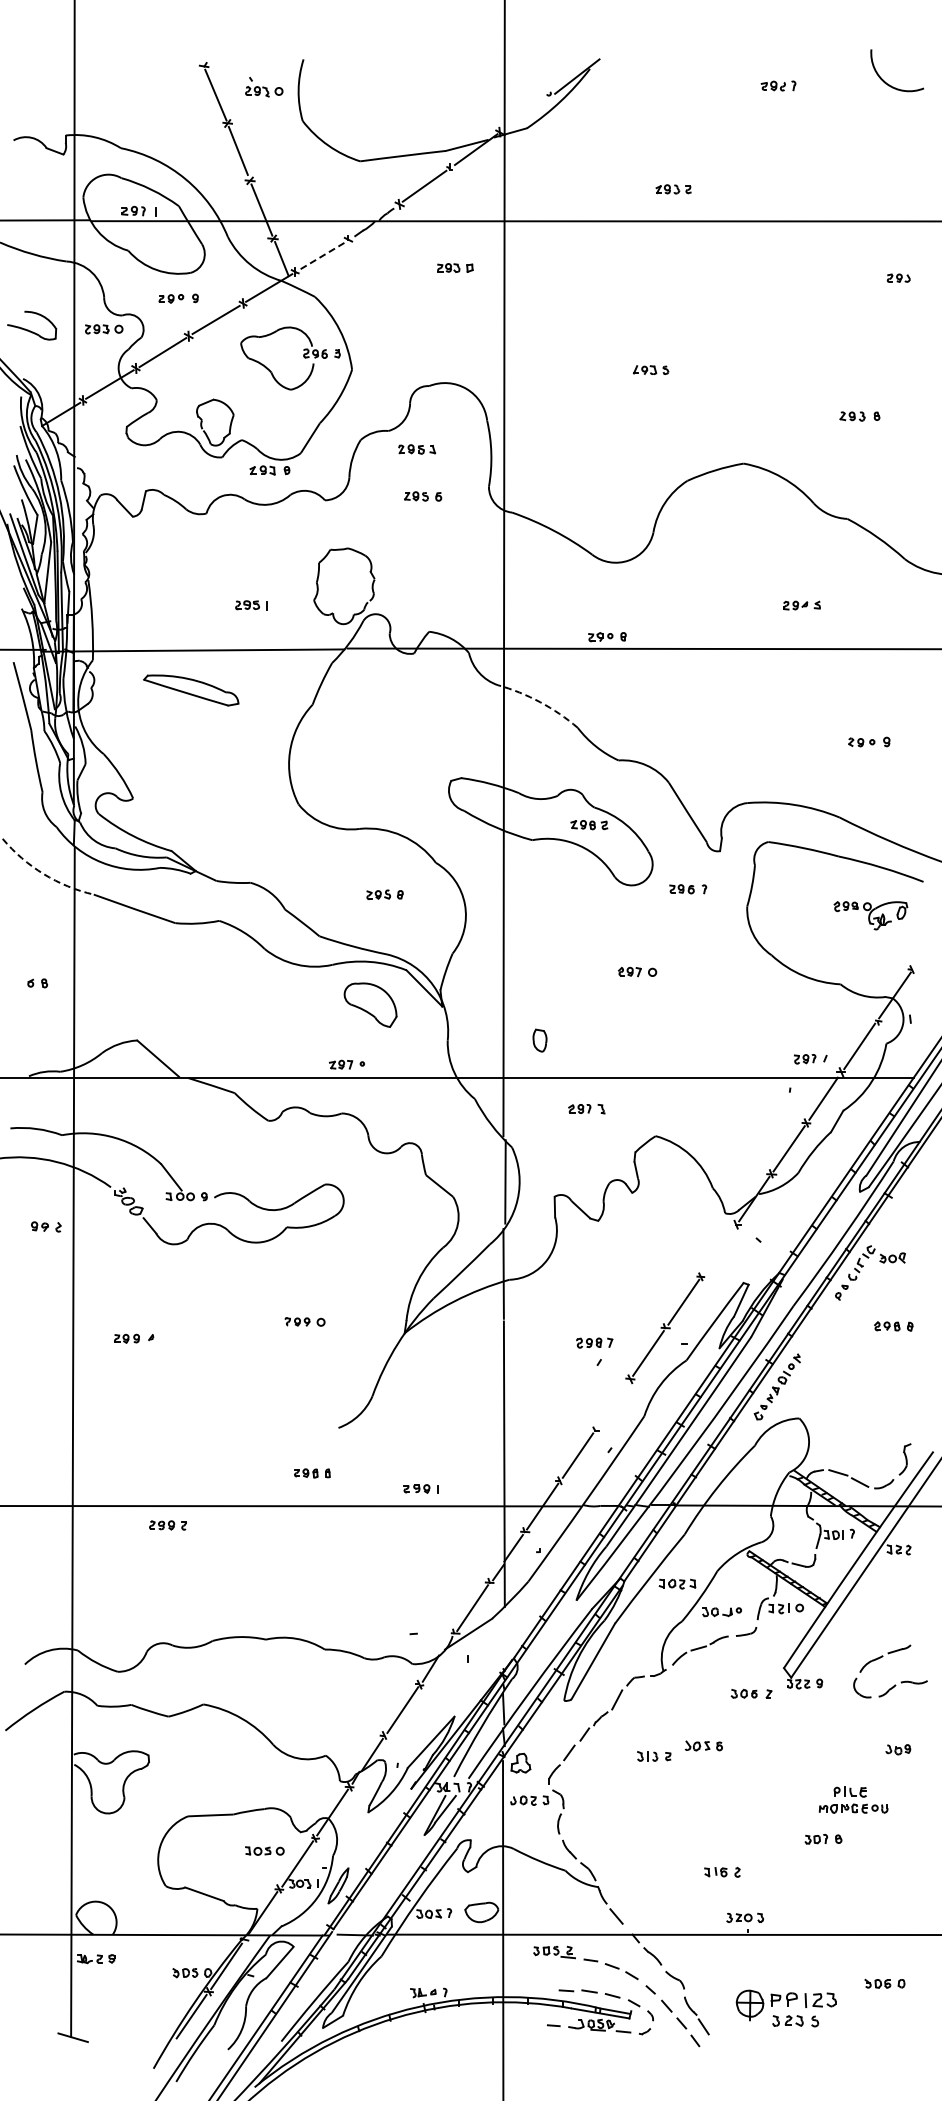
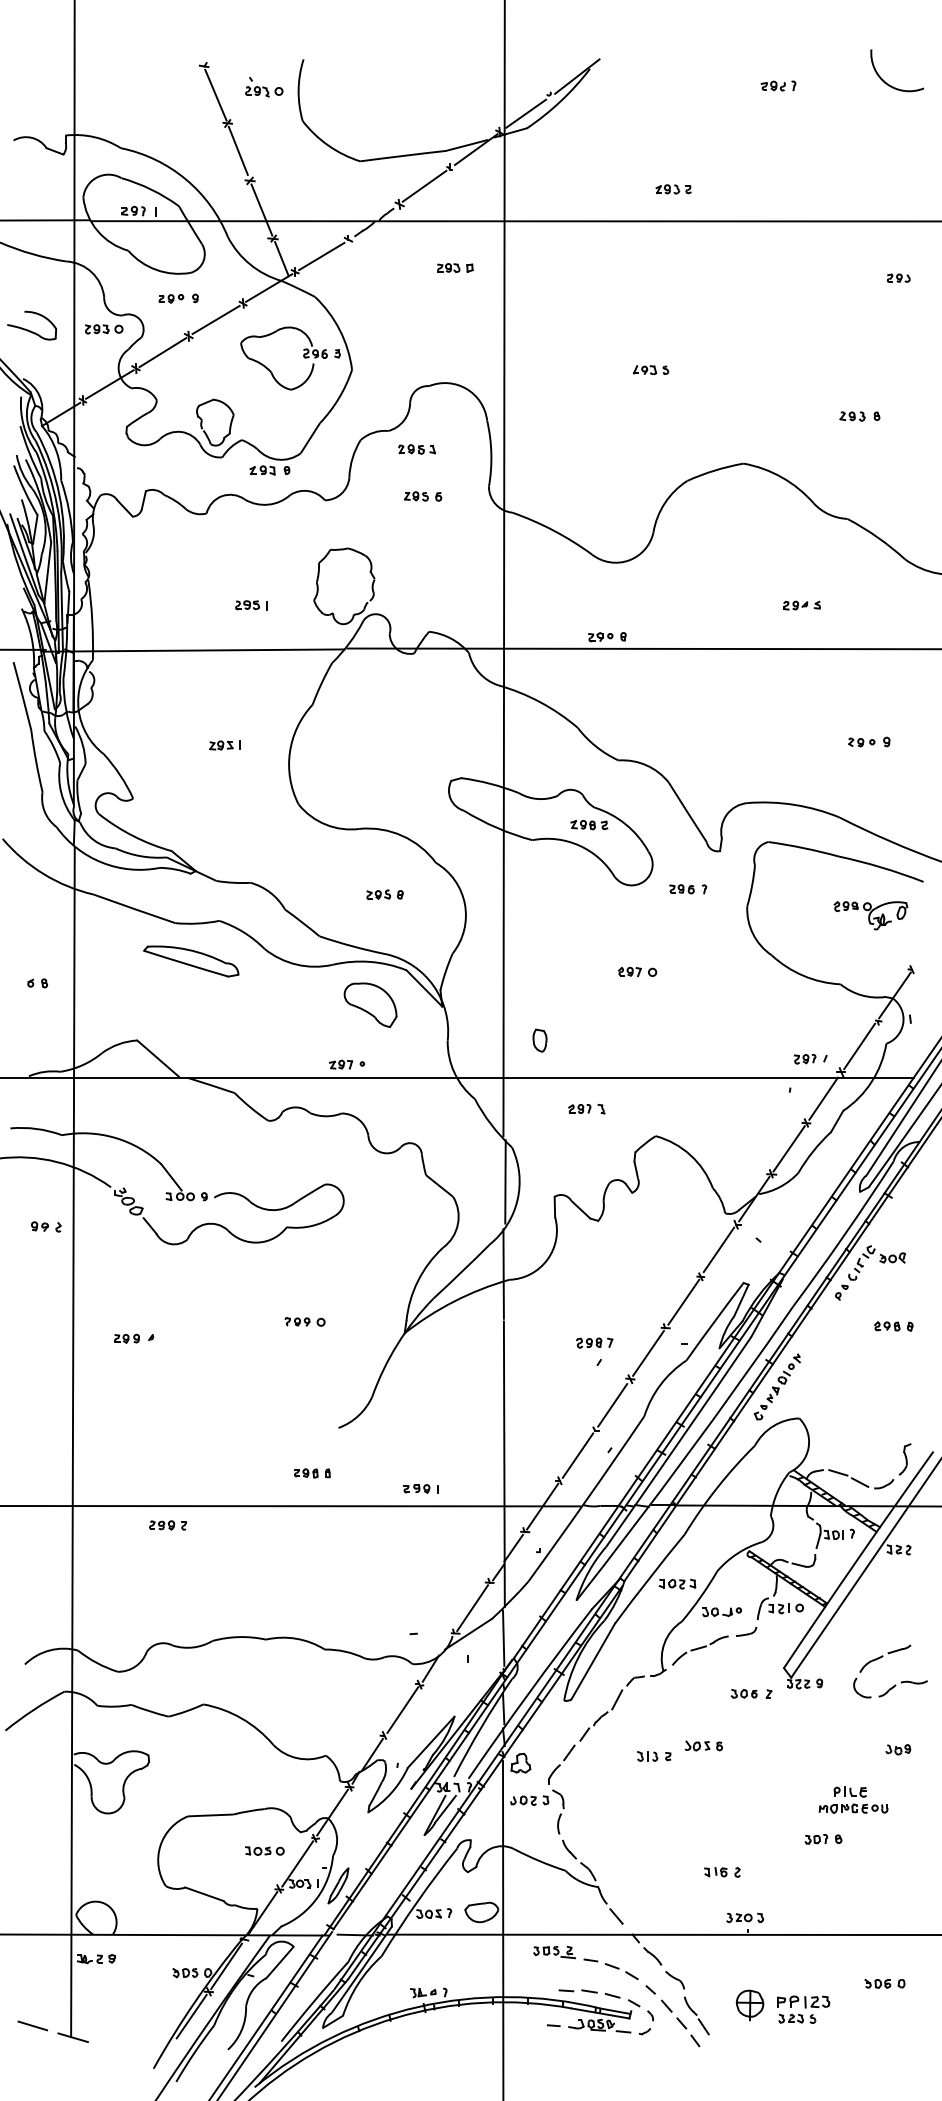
line at (526, 113): none -> present
line at (321, 256): dashed -> solid
part at (191, 690) position: (191, 690) -> (191, 961)
arc at (540, 702): dashed -> solid
part at (224, 745): none -> present
arc at (43, 874): dashed -> solid
line at (718, 1249): none -> present
line at (612, 1405): none -> present
line at (503, 1637): none -> present
part at (803, 2009) size: 67x36 px -> 54x29 px
line at (32, 2025): none -> present
